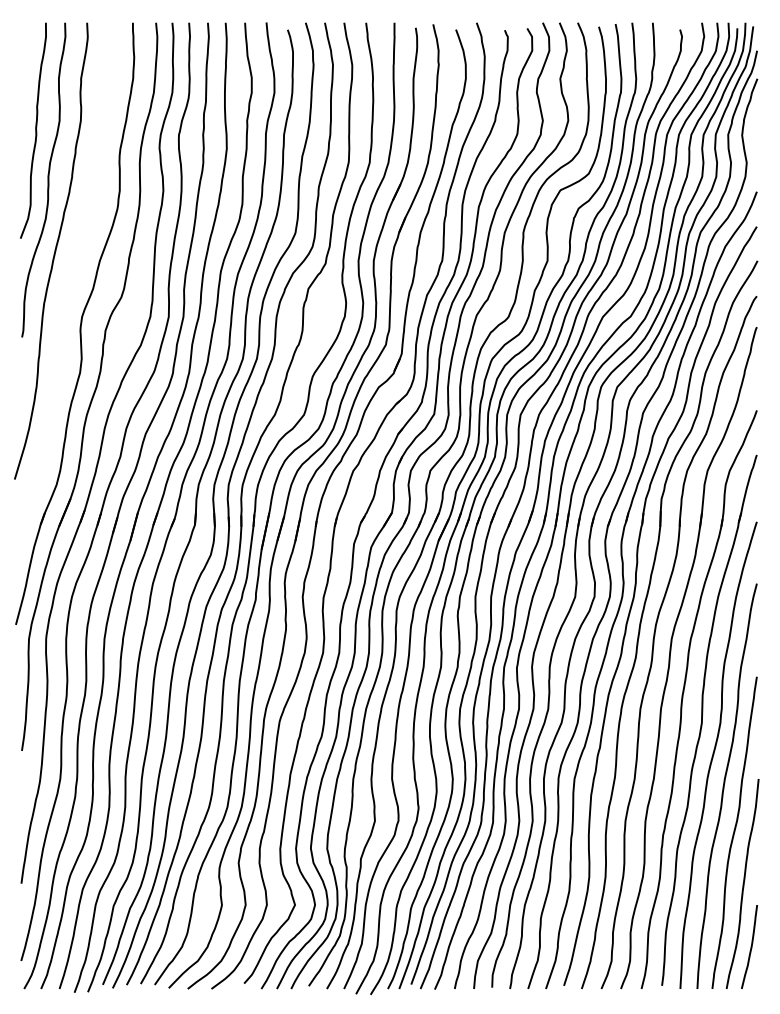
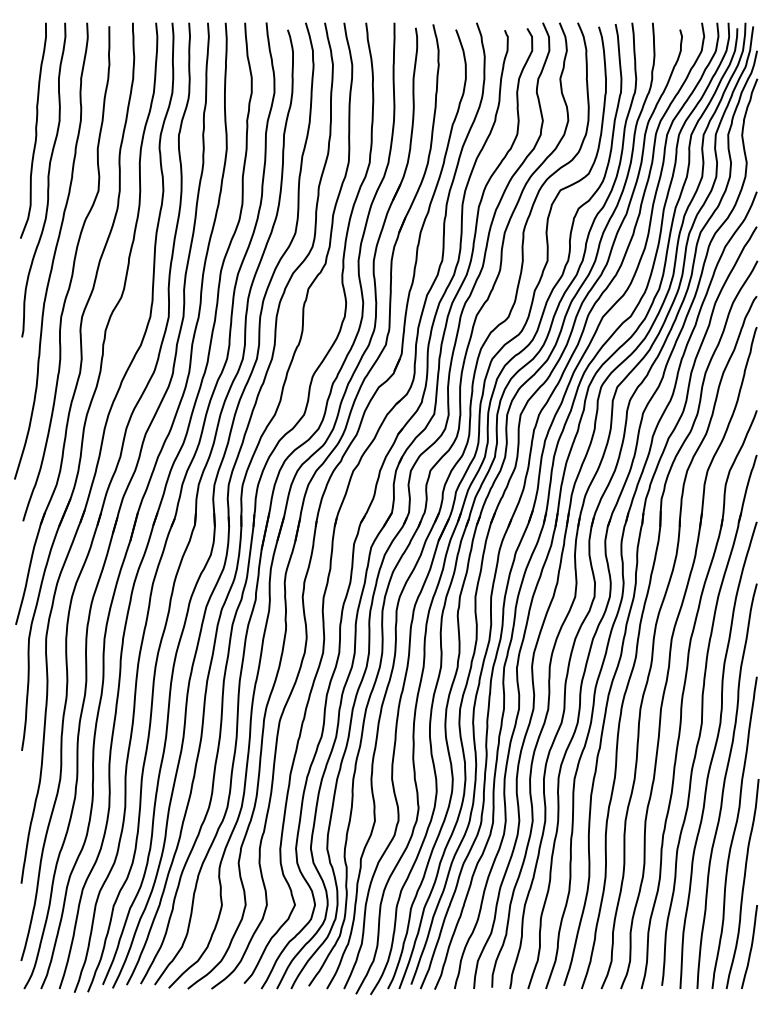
curve at (71, 273): none -> present
